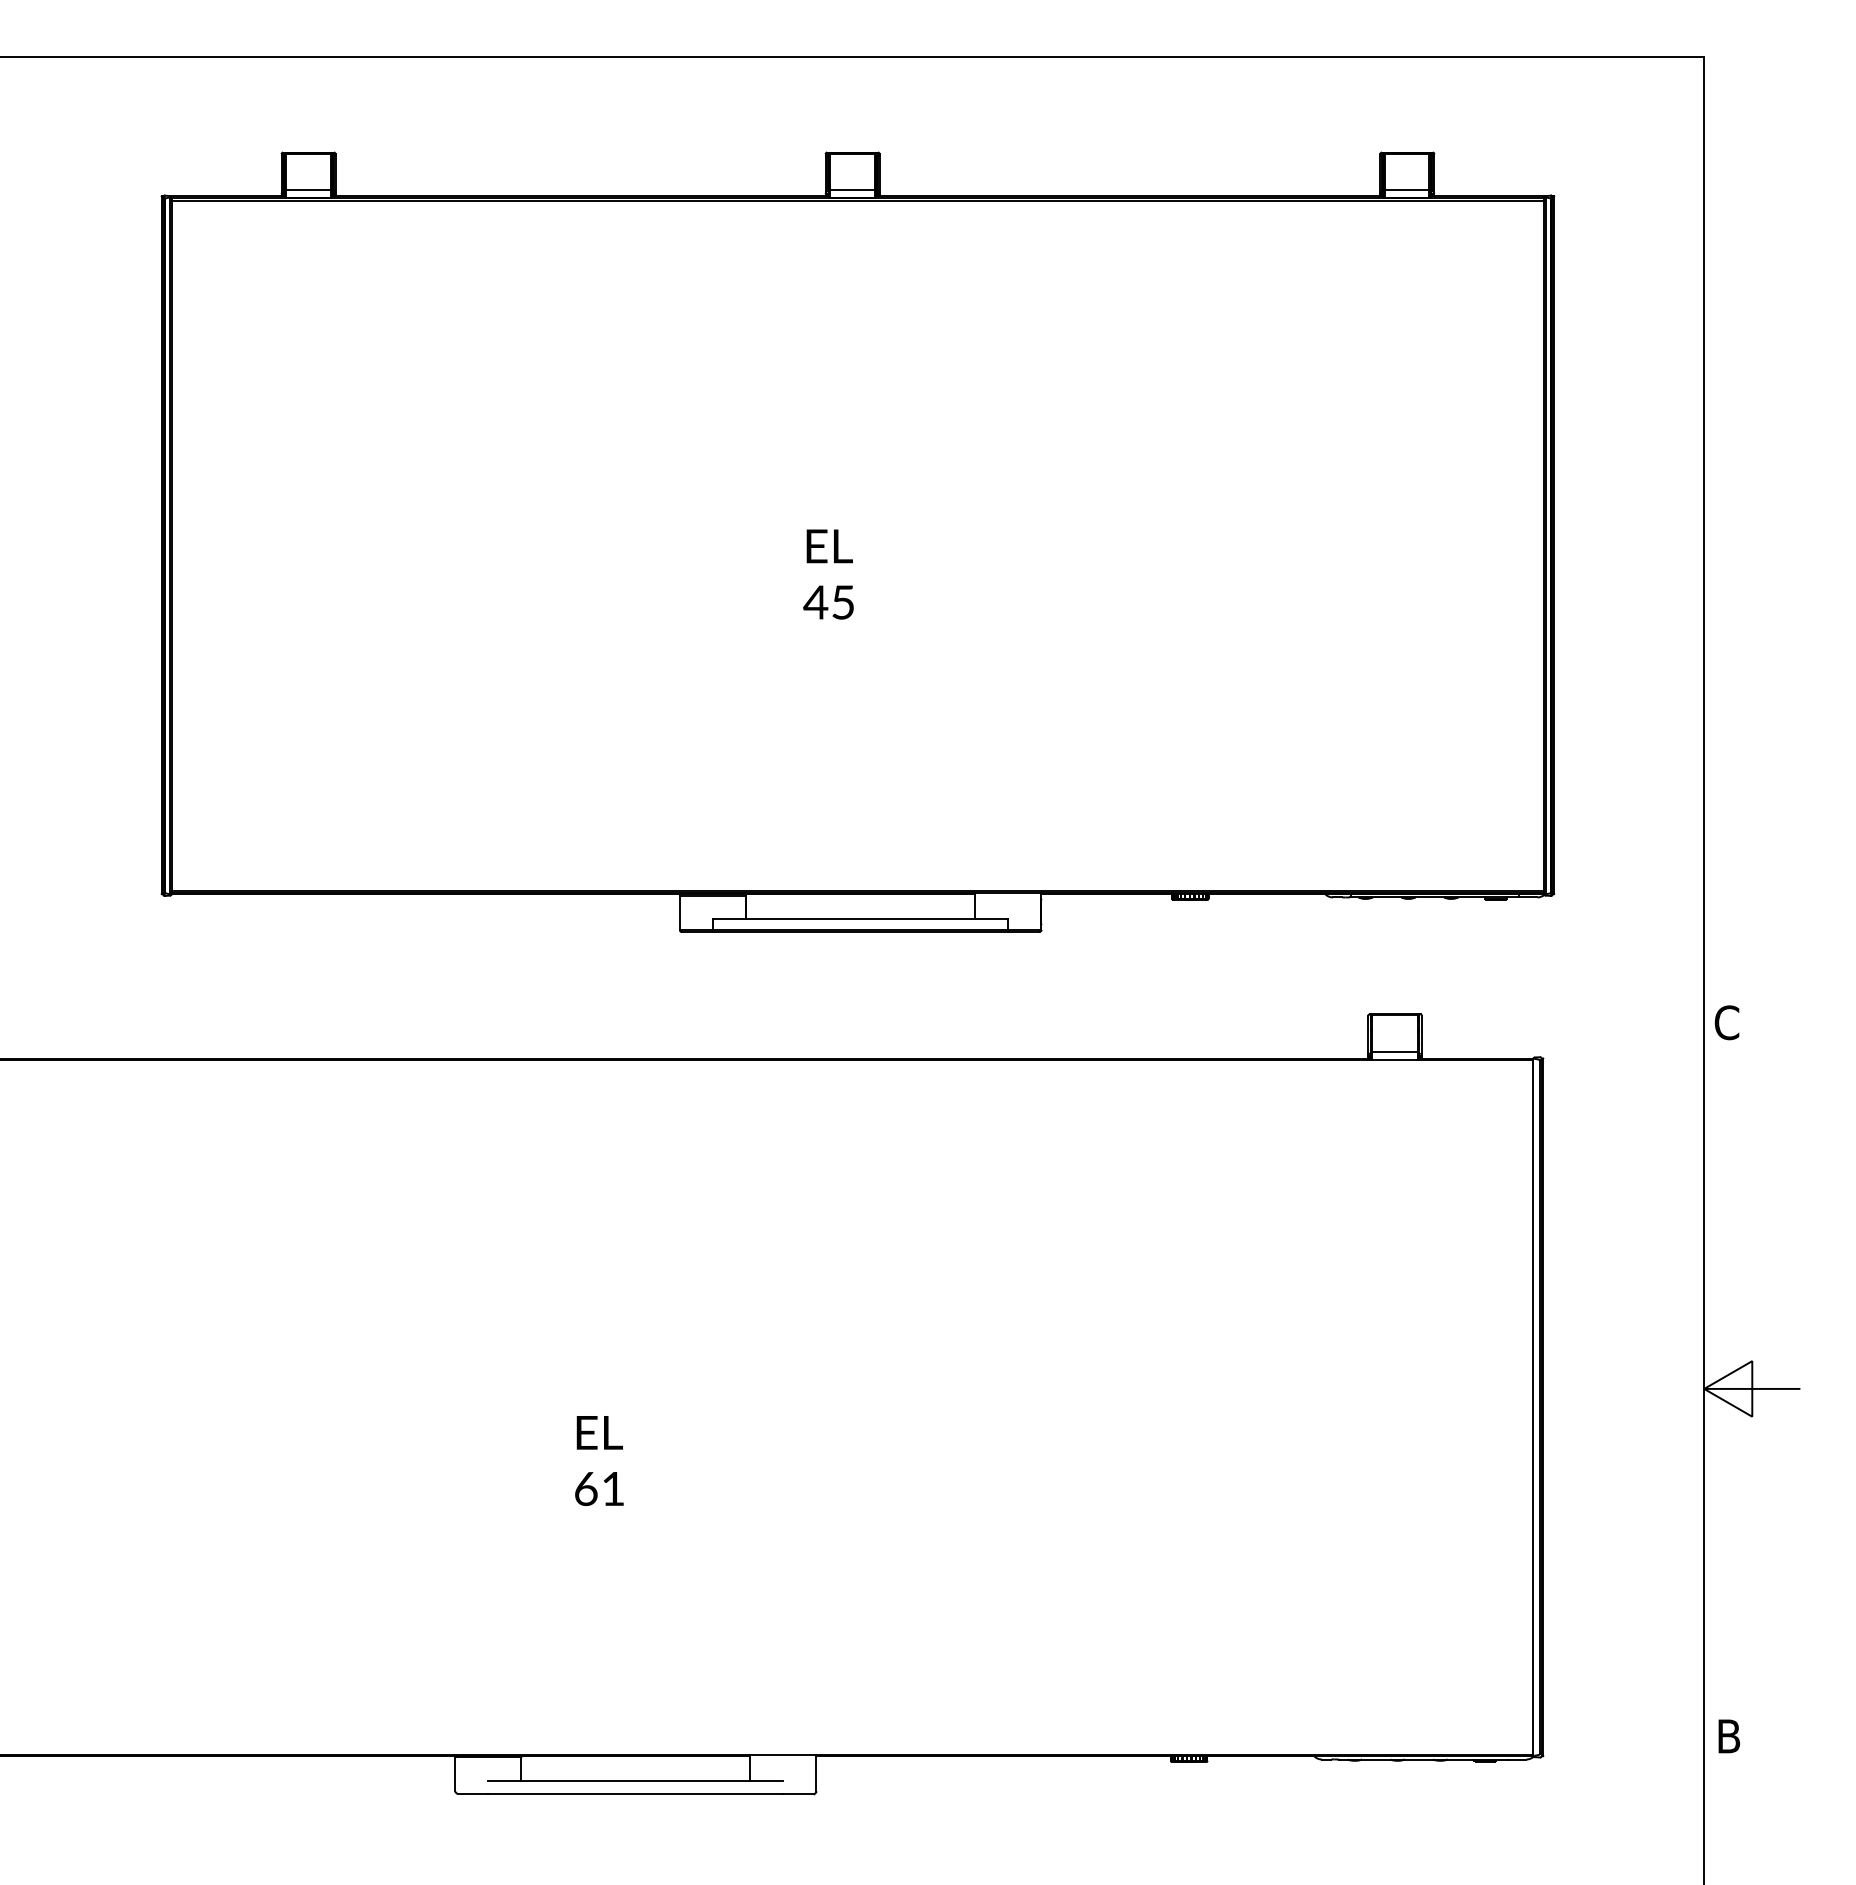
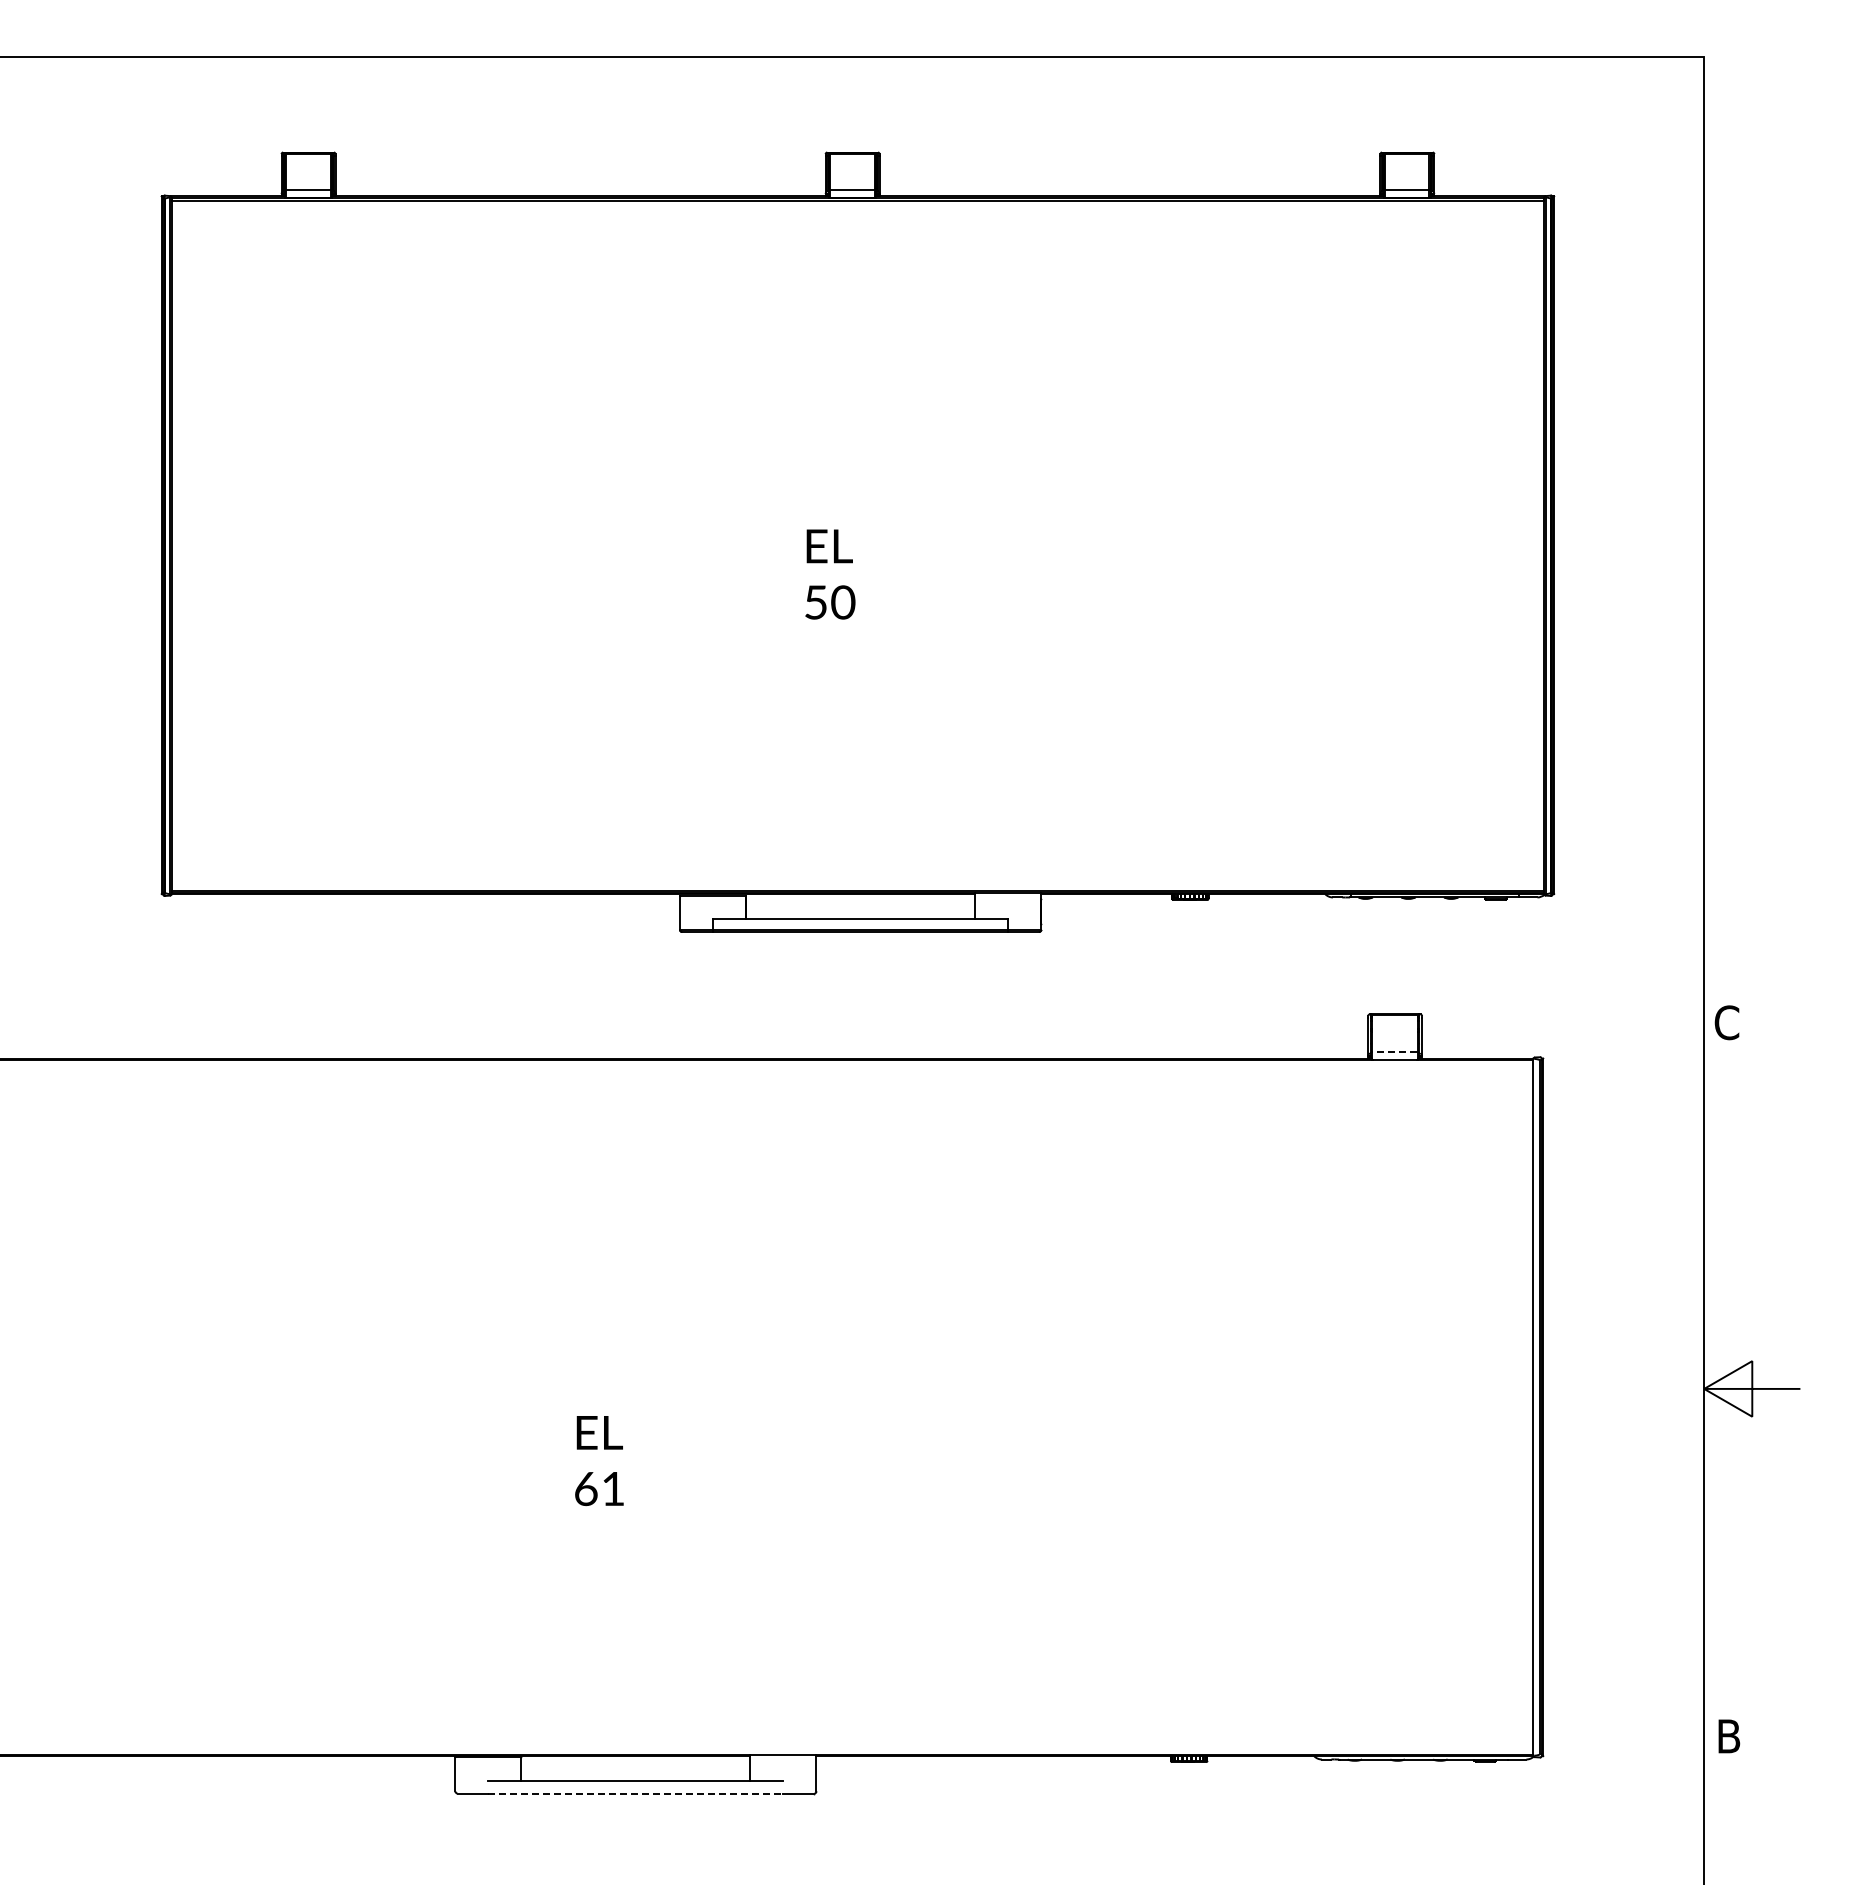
text at (829, 602): 45 -> 50
line at (1394, 1051): solid -> dashed
line at (635, 1793): solid -> dashed
